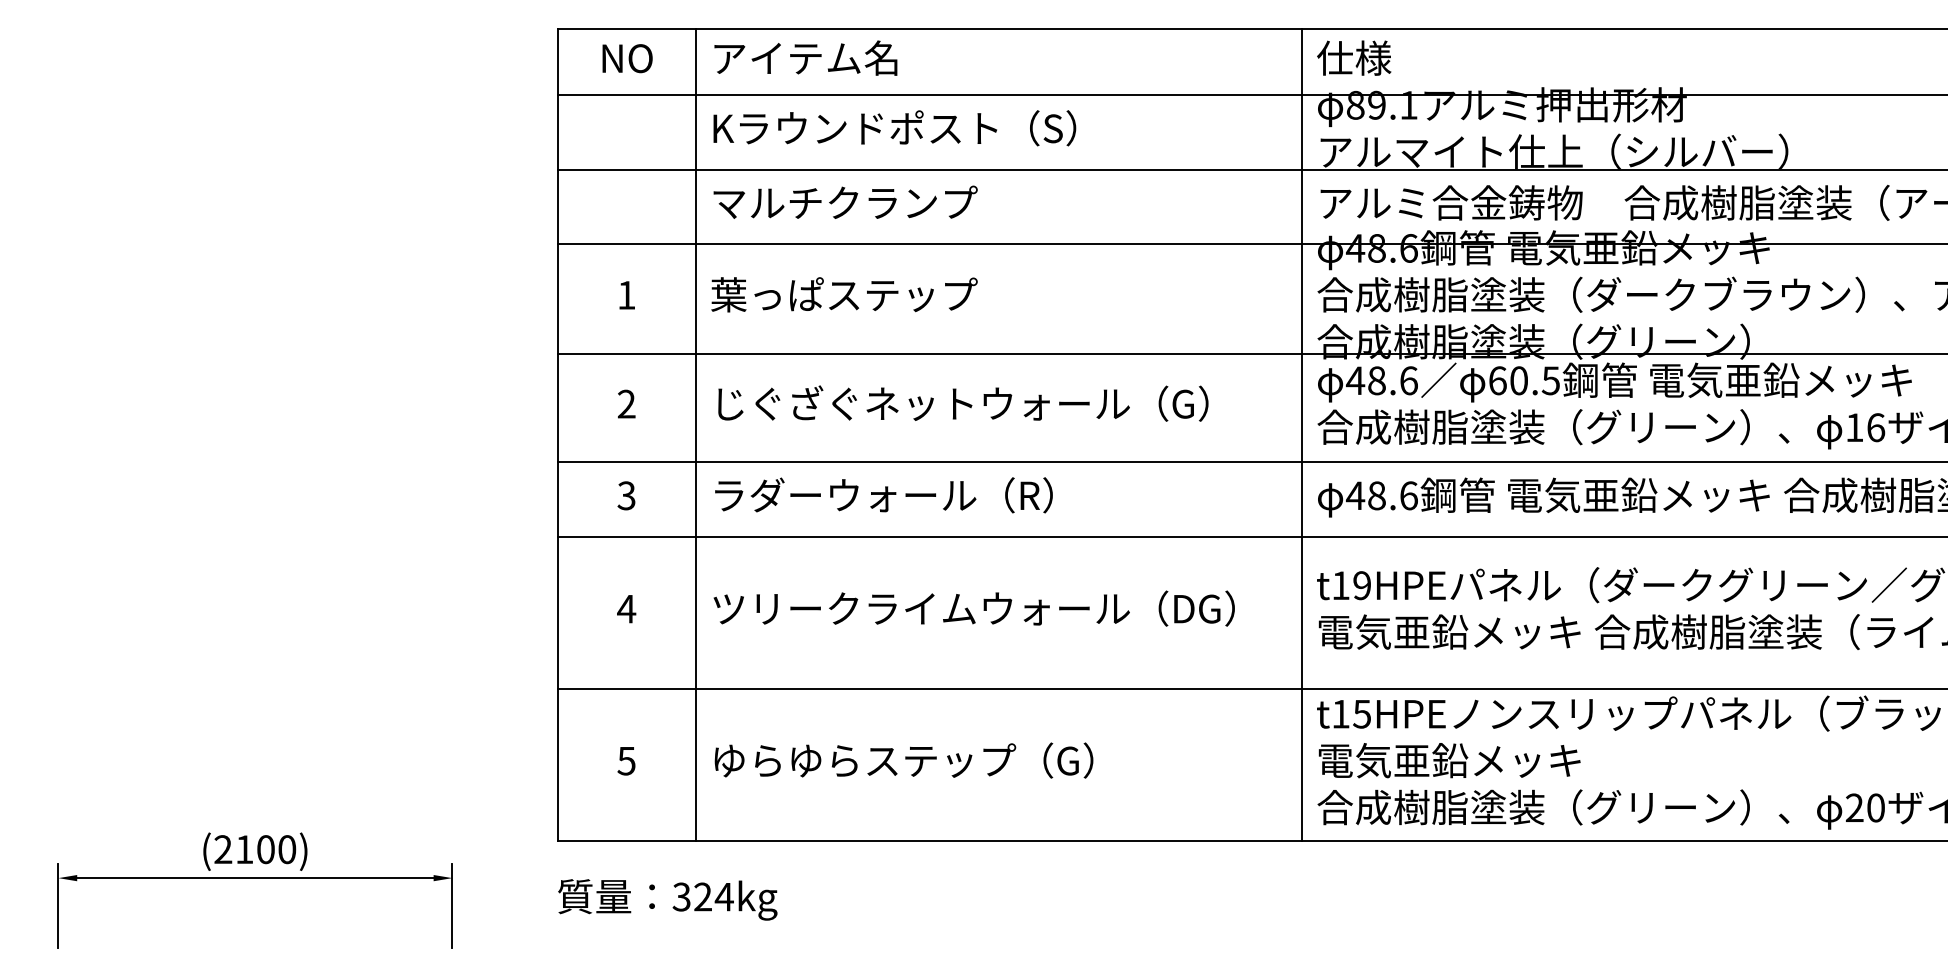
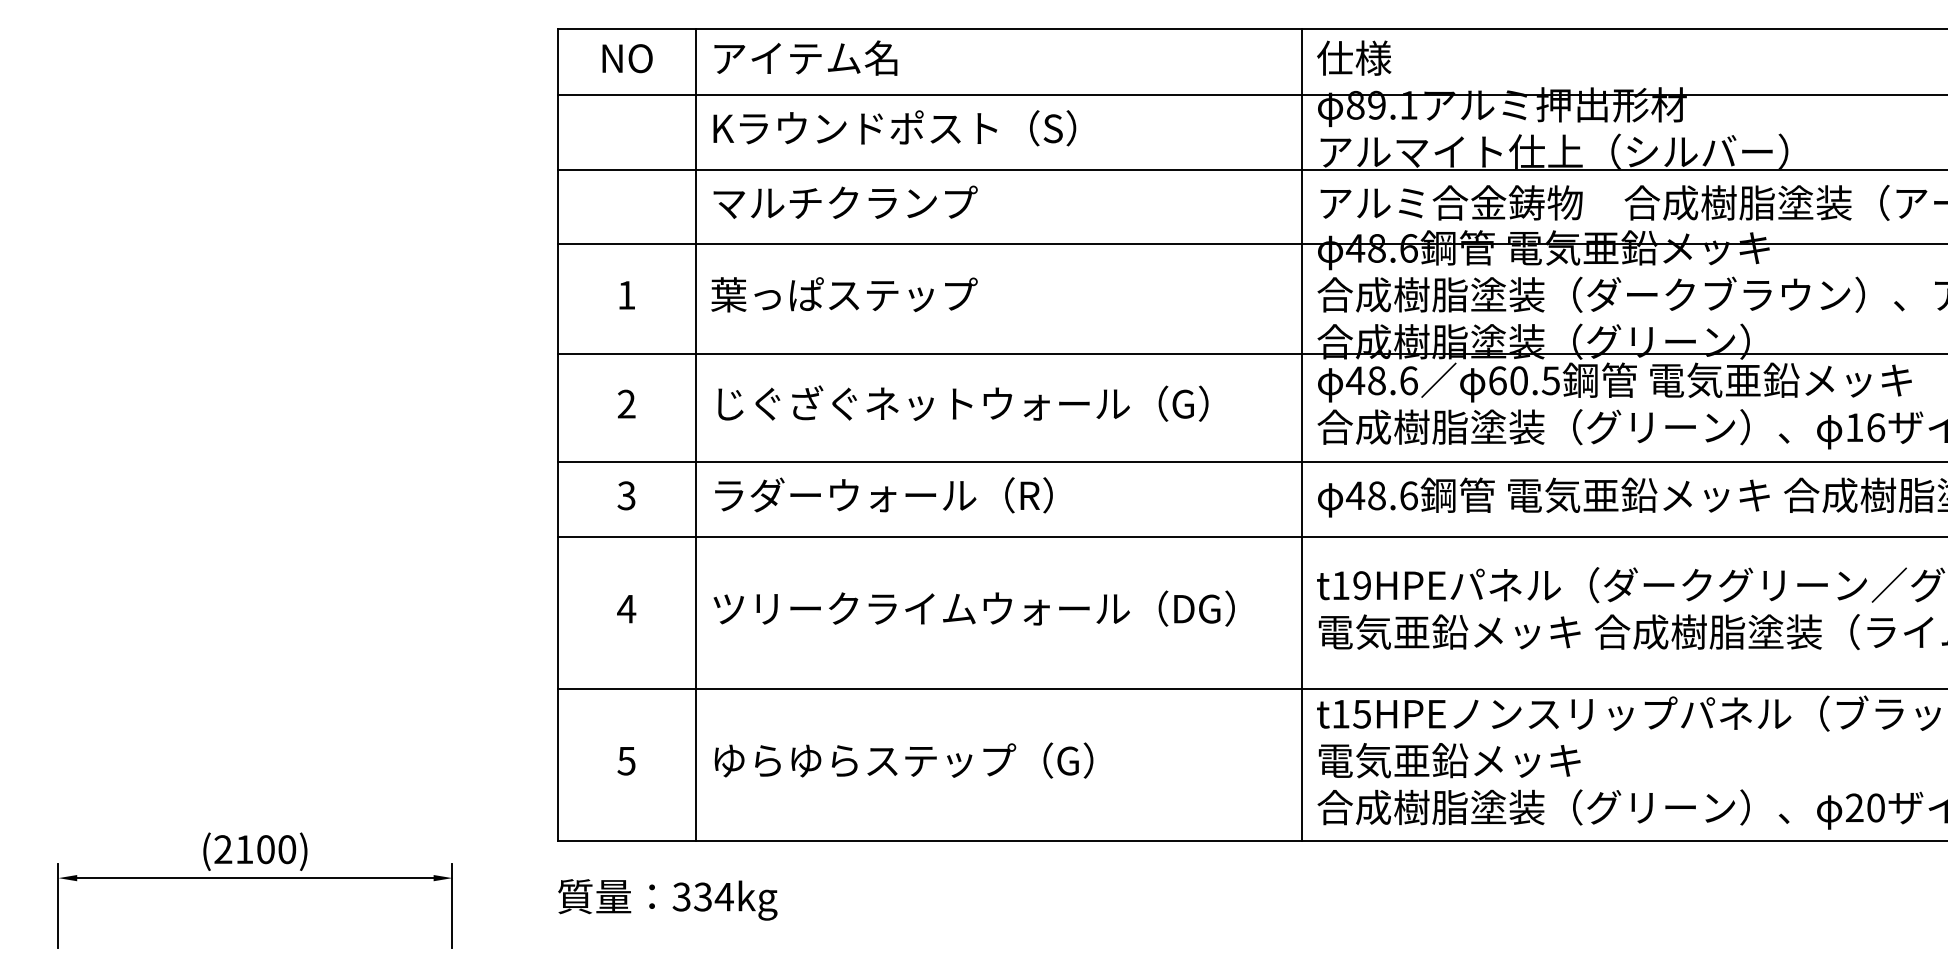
text at (702, 897): 324kg -> 334kg
